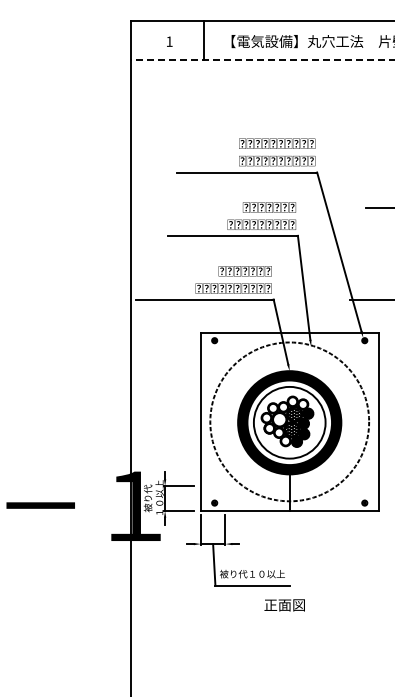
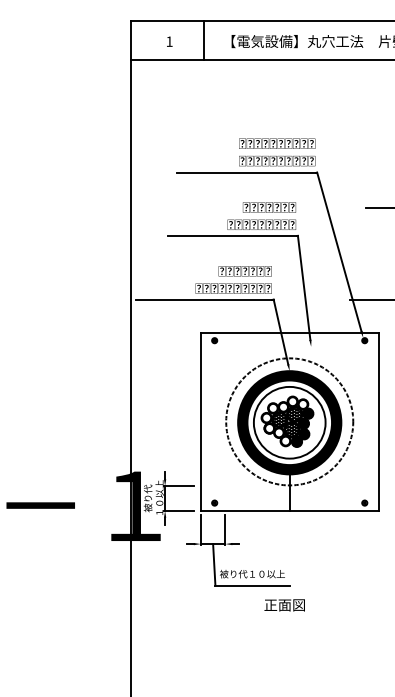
line at (262, 60): dashed -> solid
hatch at (279, 419): none -> present
circle at (289, 421) diameter: 159 px -> 127 px
